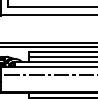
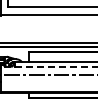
line at (61, 57): present -> none
line at (49, 66): solid -> dashed
